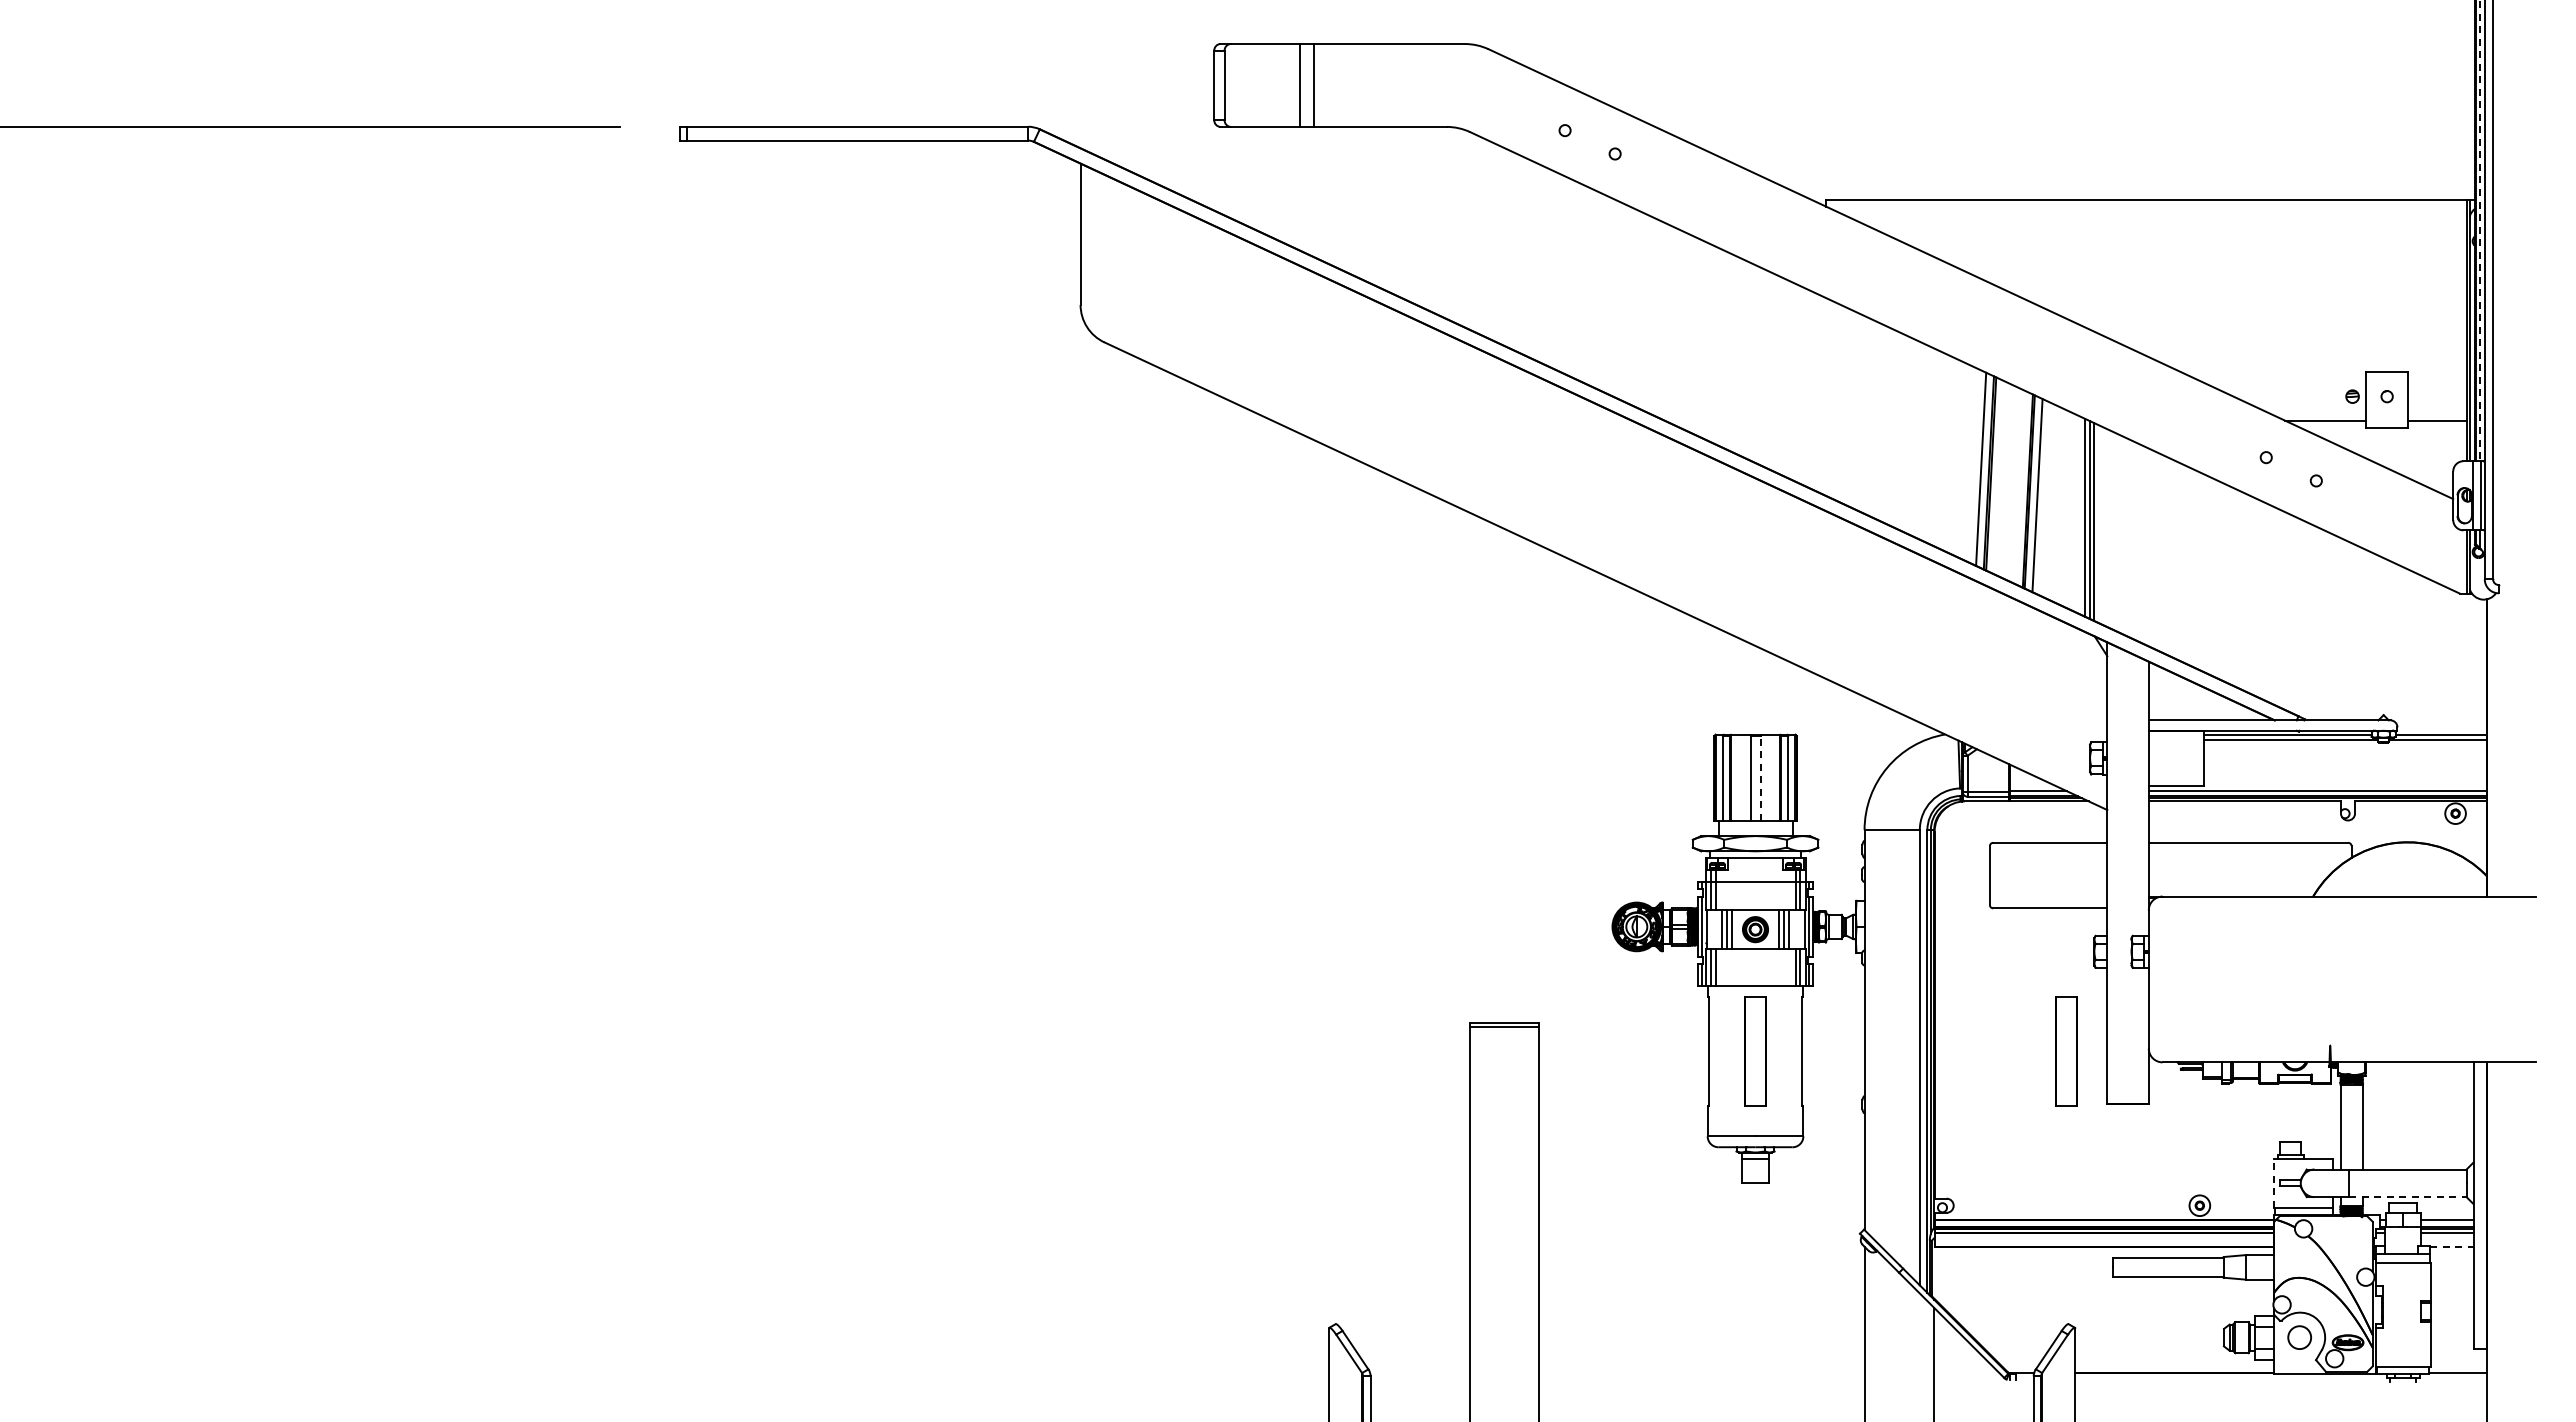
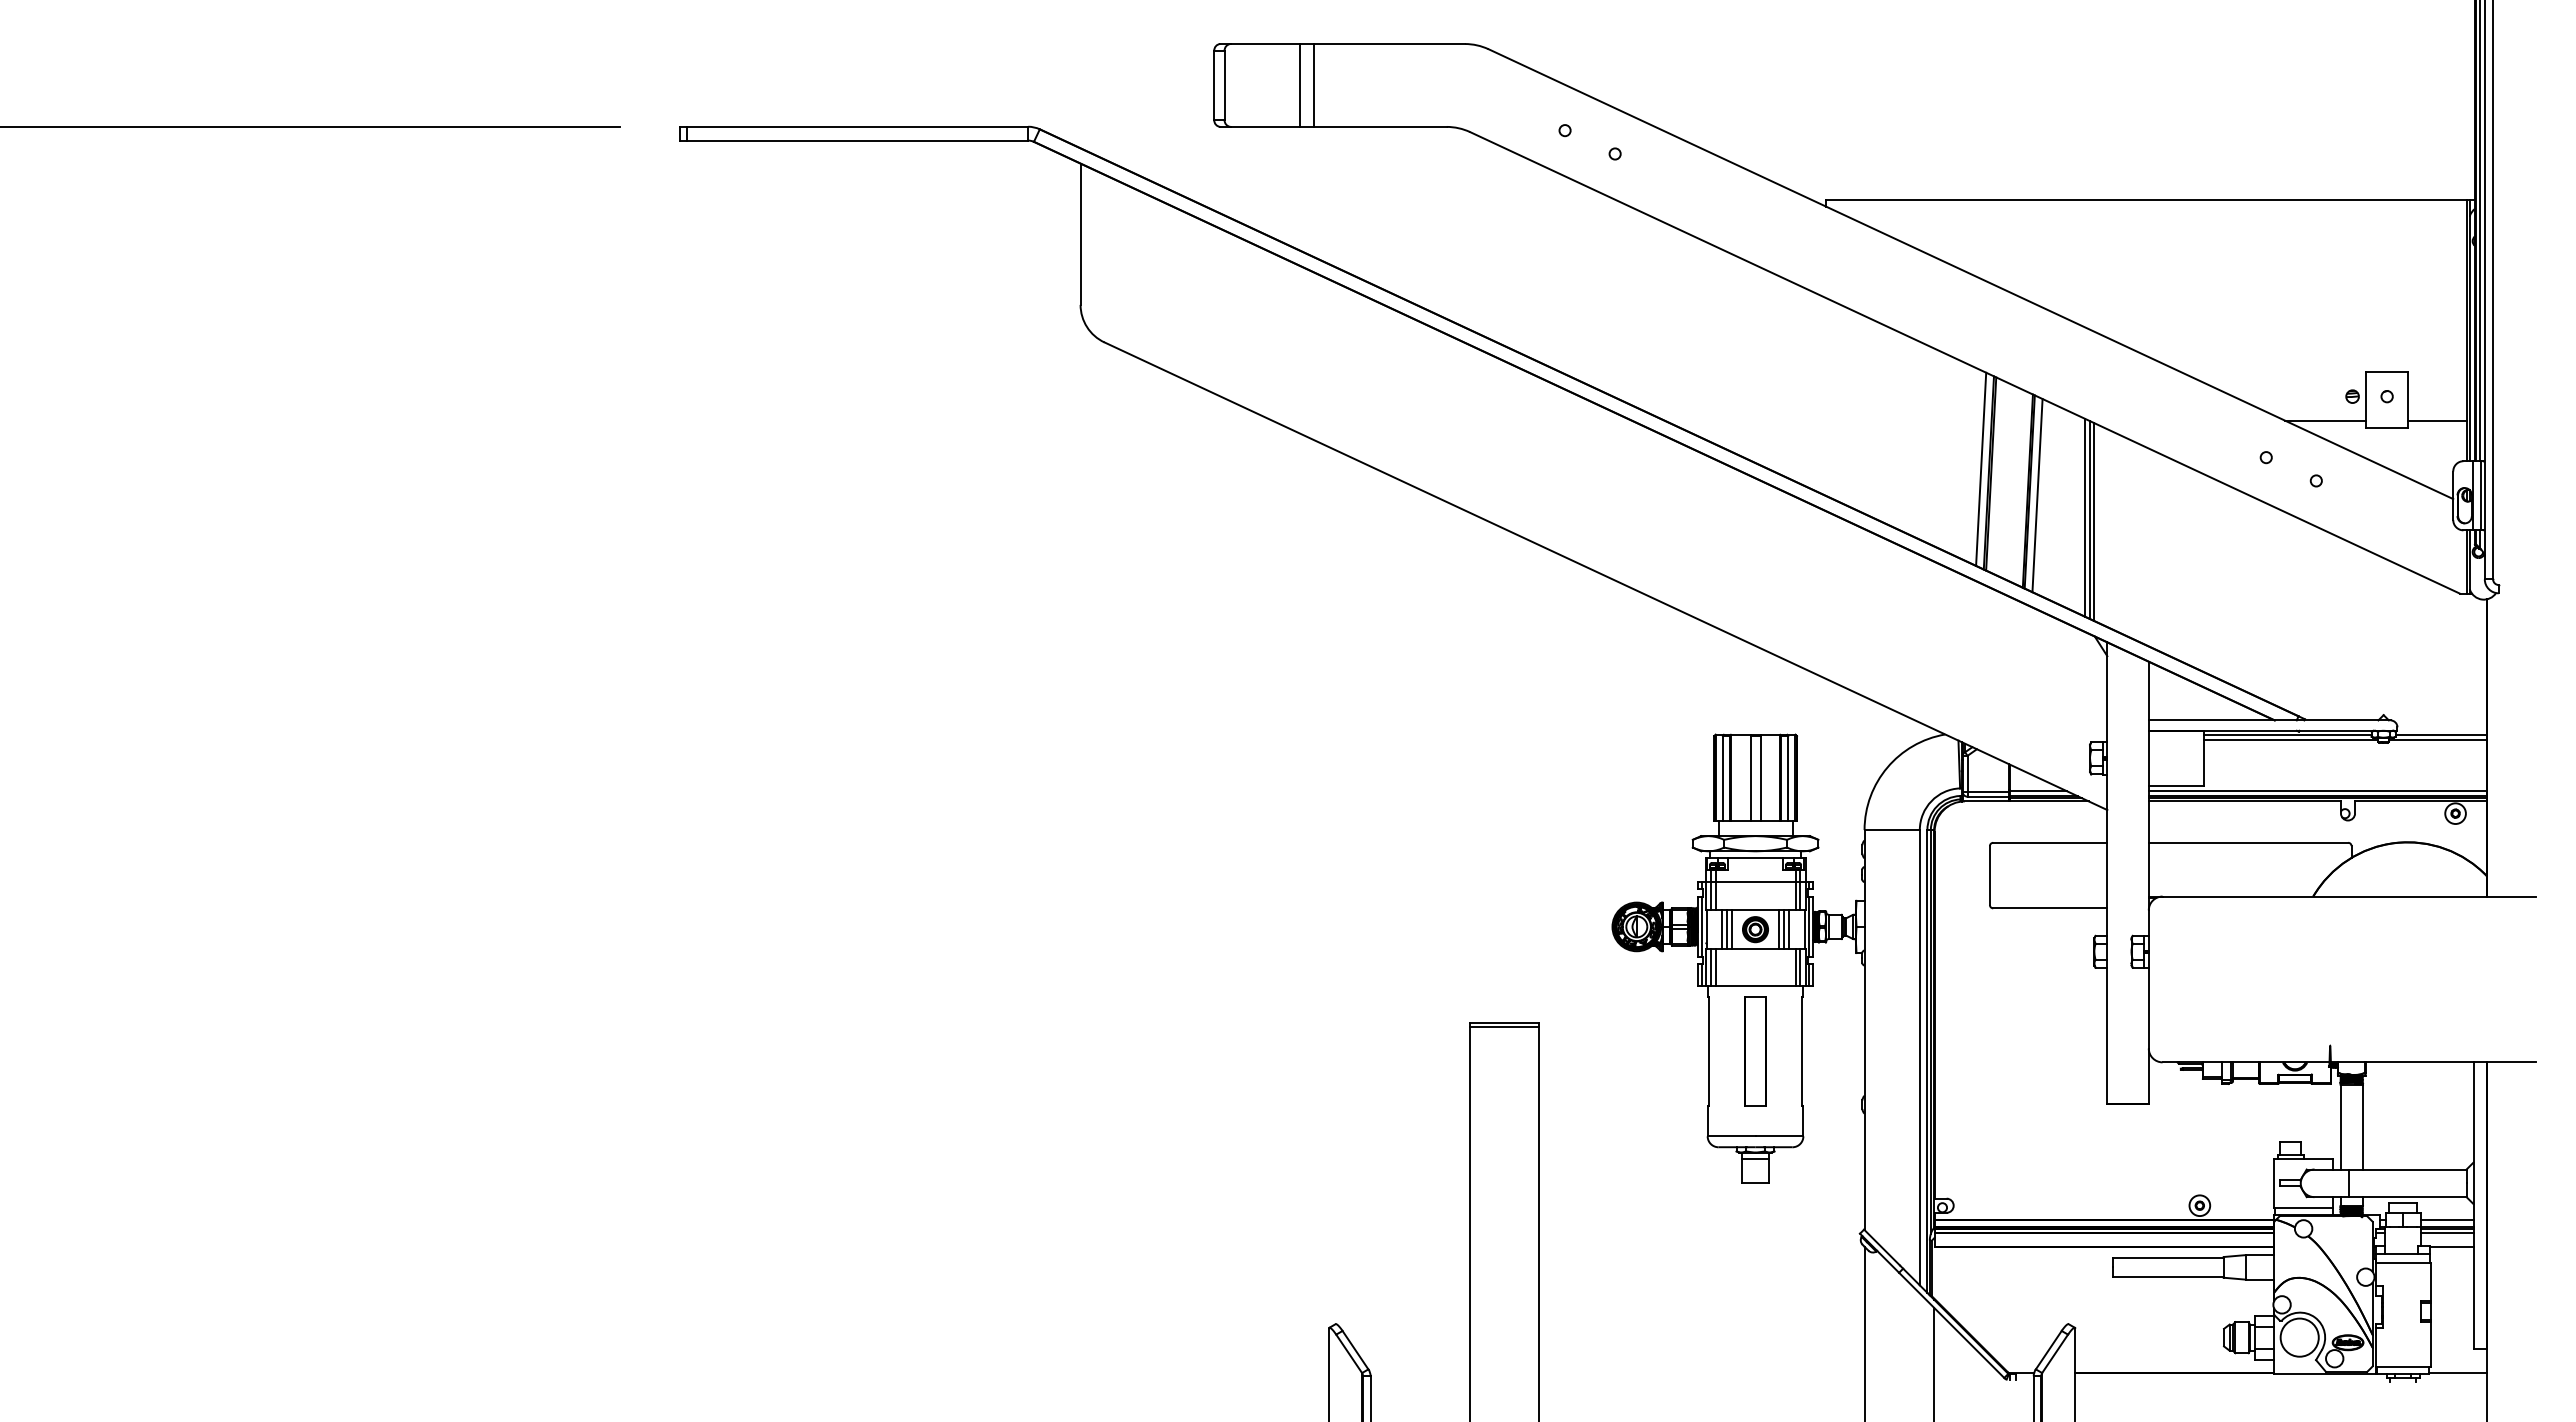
line at (2480, 231): dashed -> solid
line at (1760, 778): dashed -> solid
part at (2066, 1051): present -> none
line at (2274, 1183): dashed -> solid
line at (2407, 1197): dashed -> solid
line at (2451, 1247): dashed -> solid
circle at (2299, 1337) diameter: 23 px -> 38 px
